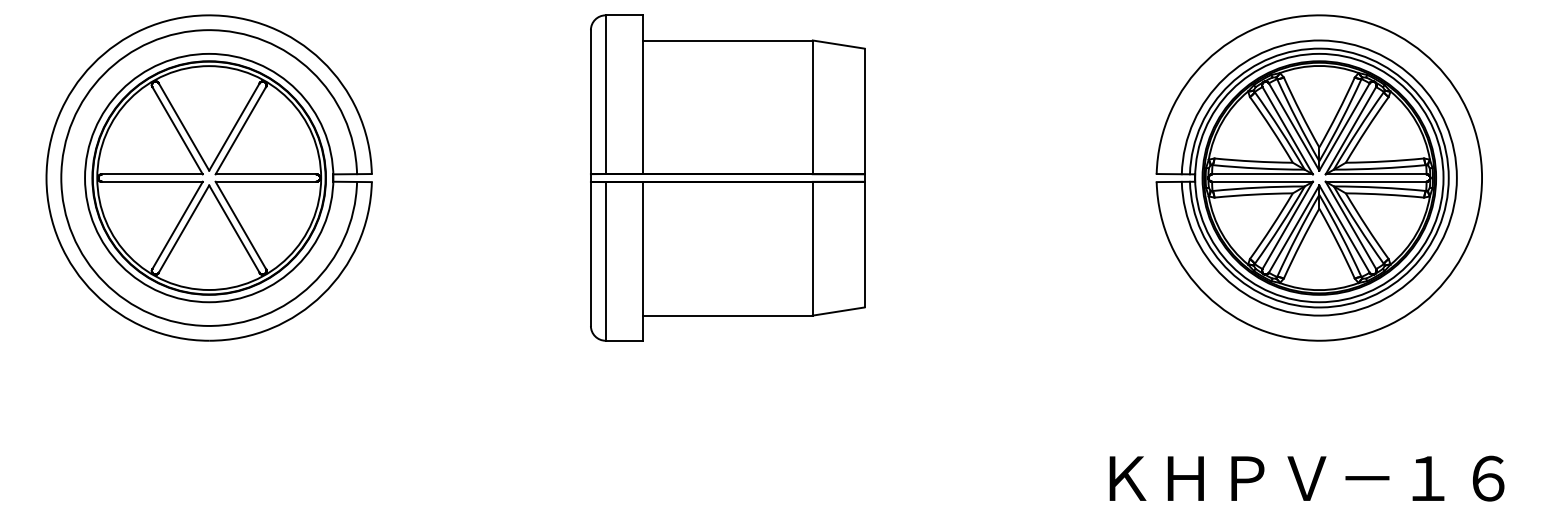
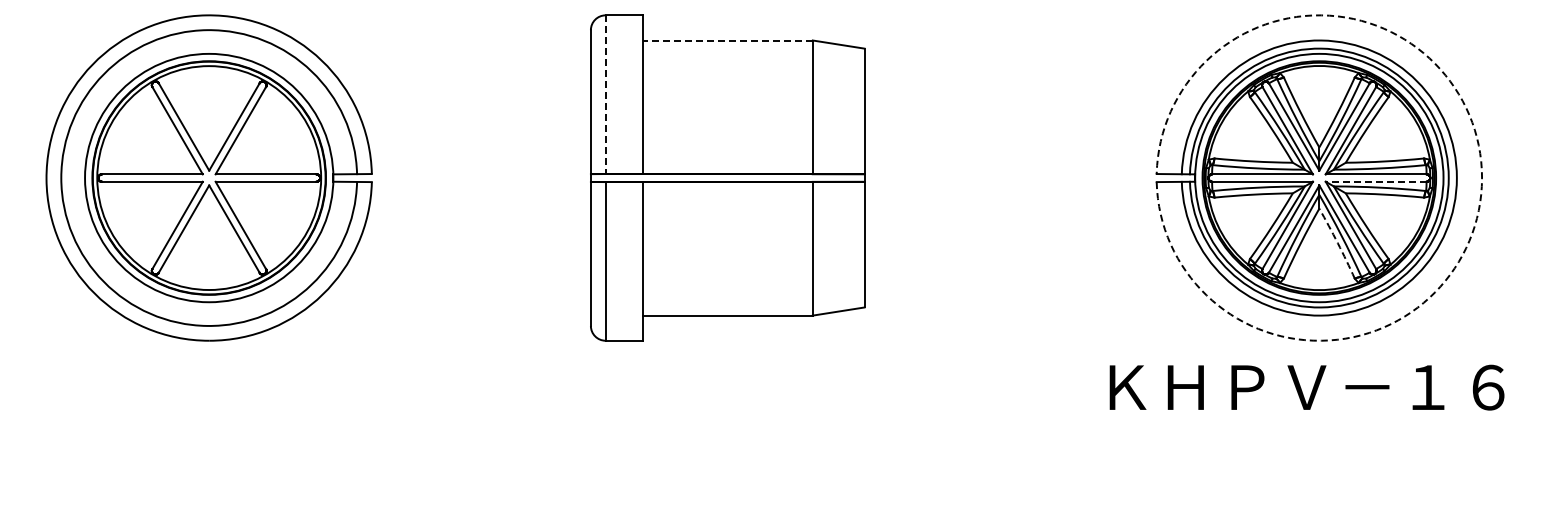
line at (727, 40): solid -> dashed
line at (605, 95): solid -> dashed
arc at (1482, 178): solid -> dashed
line at (1375, 181): solid -> dashed
arc at (1337, 243): solid -> dashed
text at (1306, 478) position: (1306, 478) -> (1306, 387)
